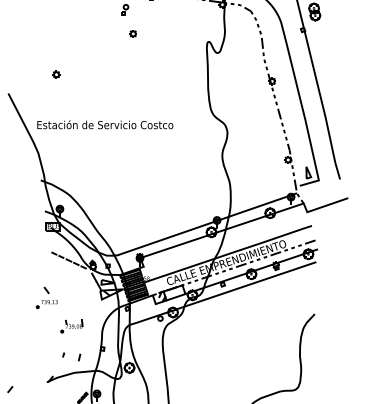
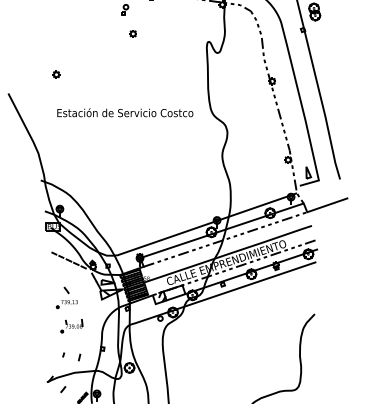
text at (105, 124) position: (105, 124) -> (125, 112)
line at (225, 239): none -> present
part at (46, 297) position: (46, 297) -> (66, 297)
line at (10, 389) position: (10, 389) -> (63, 389)
